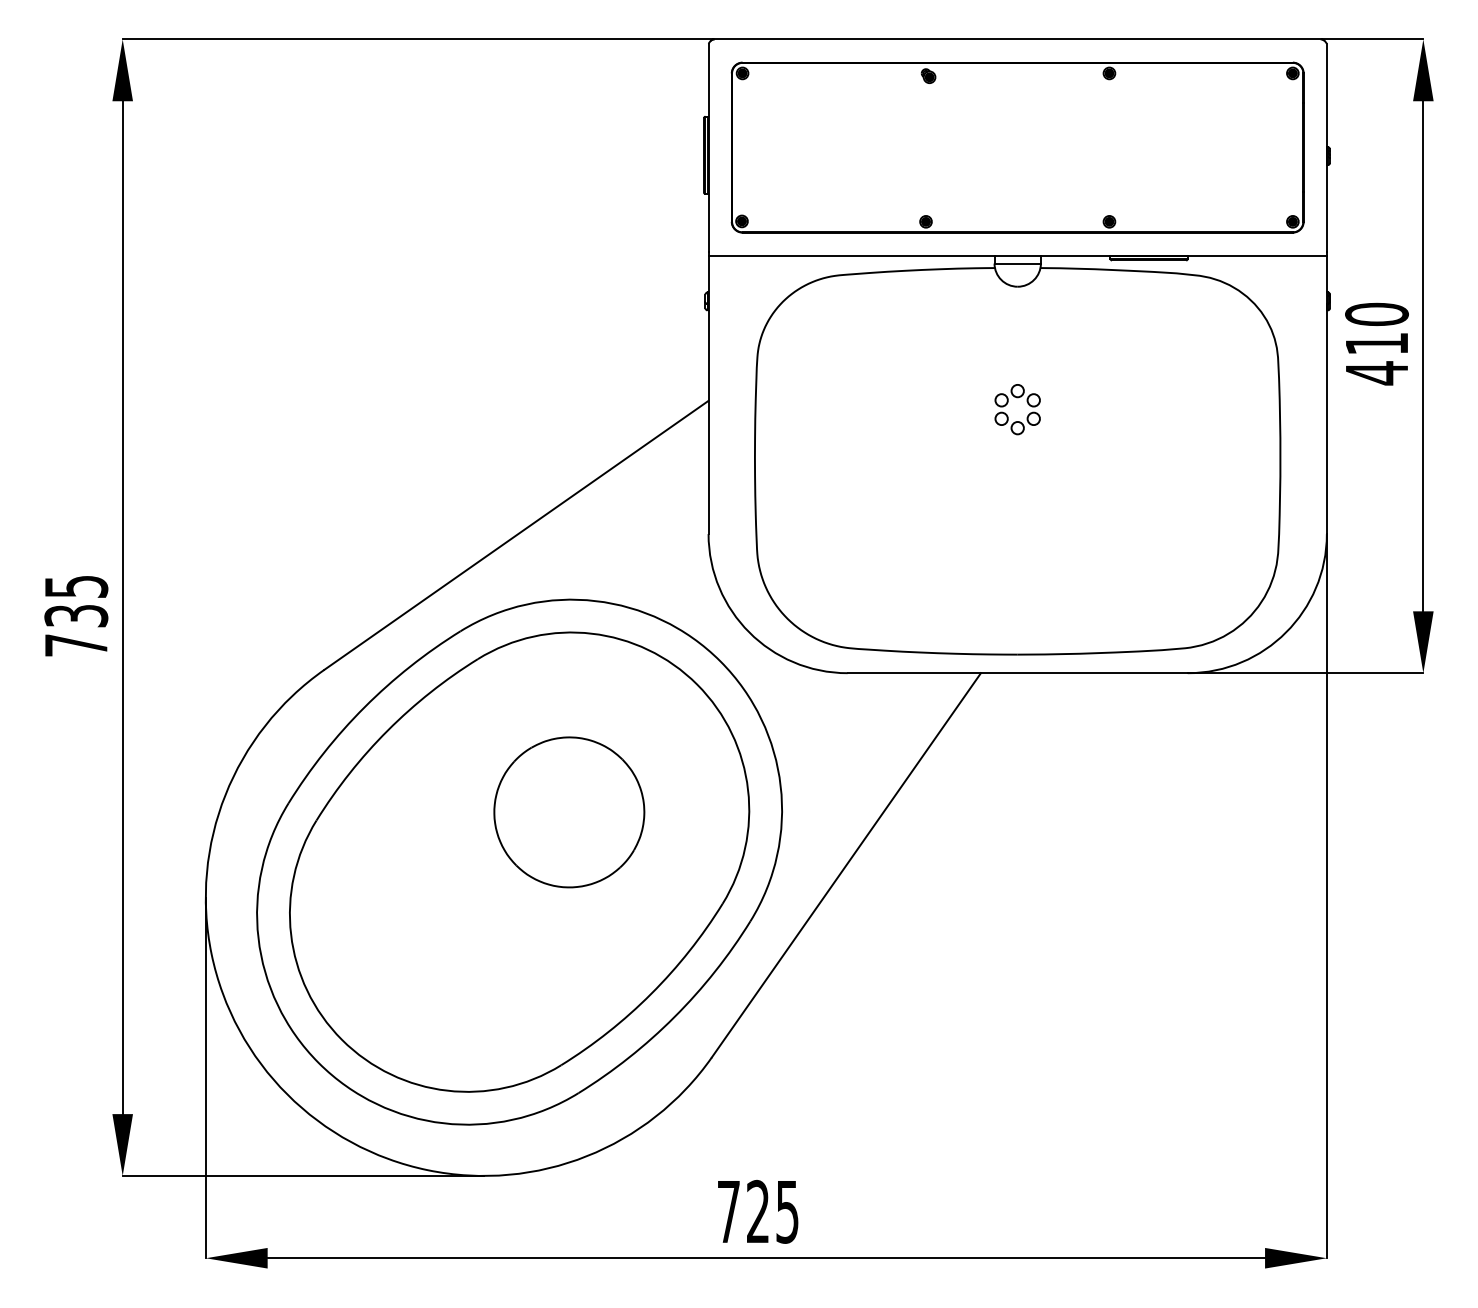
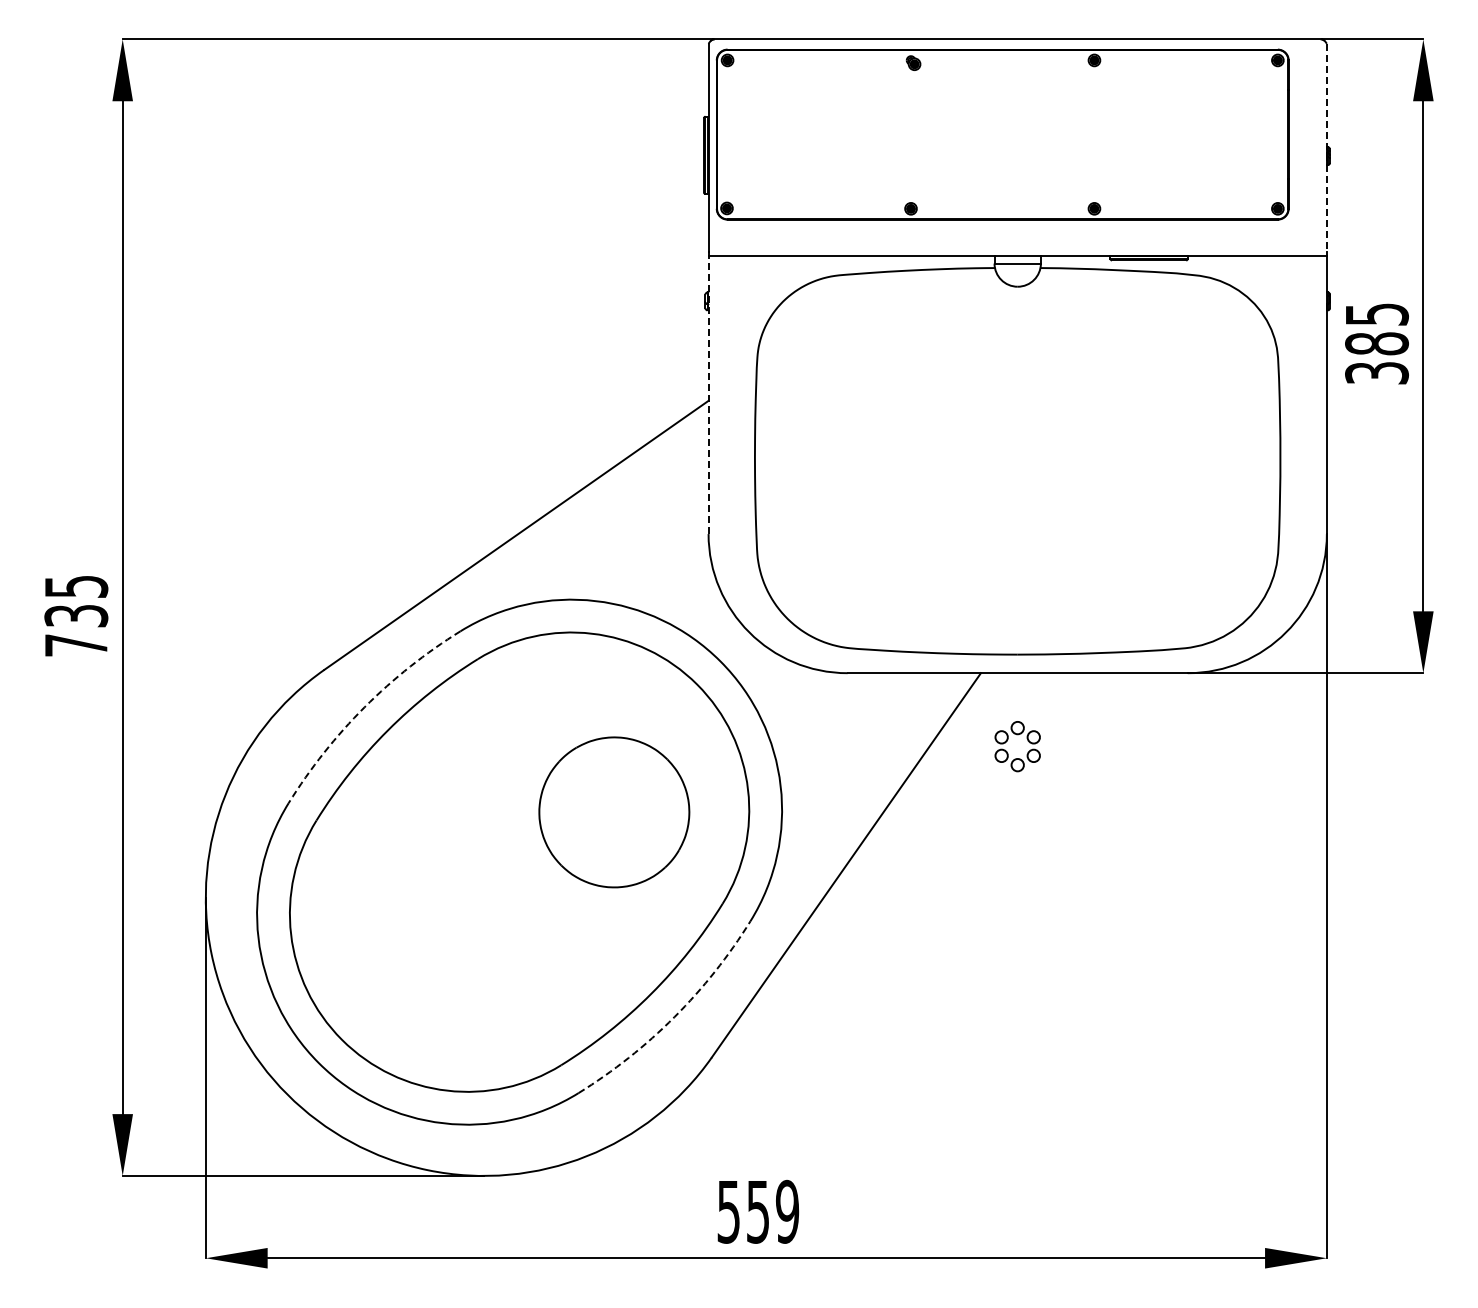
part at (1017, 147) position: (1017, 147) -> (1002, 134)
line at (1326, 147): solid -> dashed
text at (1376, 343): 410 -> 385
line at (708, 394): solid -> dashed
part at (1017, 398) position: (1017, 398) -> (1017, 735)
arc at (364, 707): solid -> dashed
part at (569, 812) position: (569, 812) -> (614, 812)
arc at (674, 1017): solid -> dashed
text at (758, 1211): 725 -> 559
